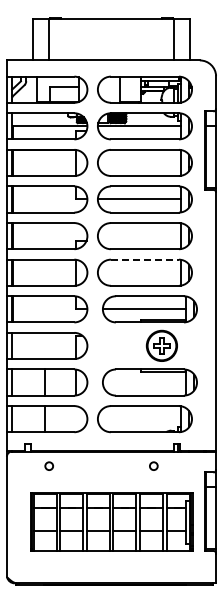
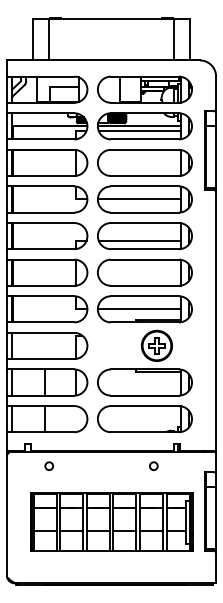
line at (139, 131): none -> present
line at (139, 240): none -> present
line at (144, 259): dashed -> solid
part at (149, 345) position: (149, 345) -> (144, 345)
